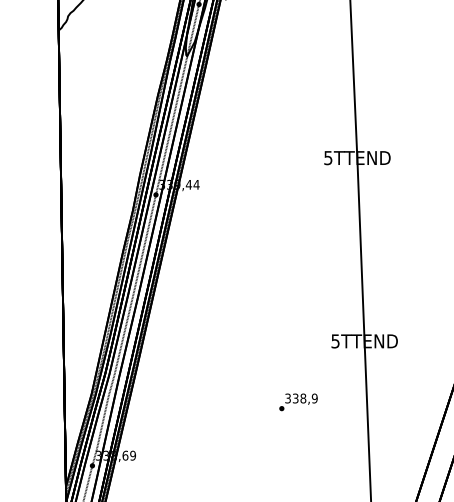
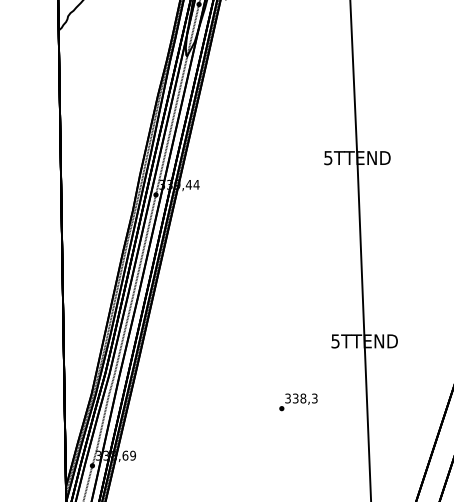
text at (314, 398): 338,9 -> 338,3
